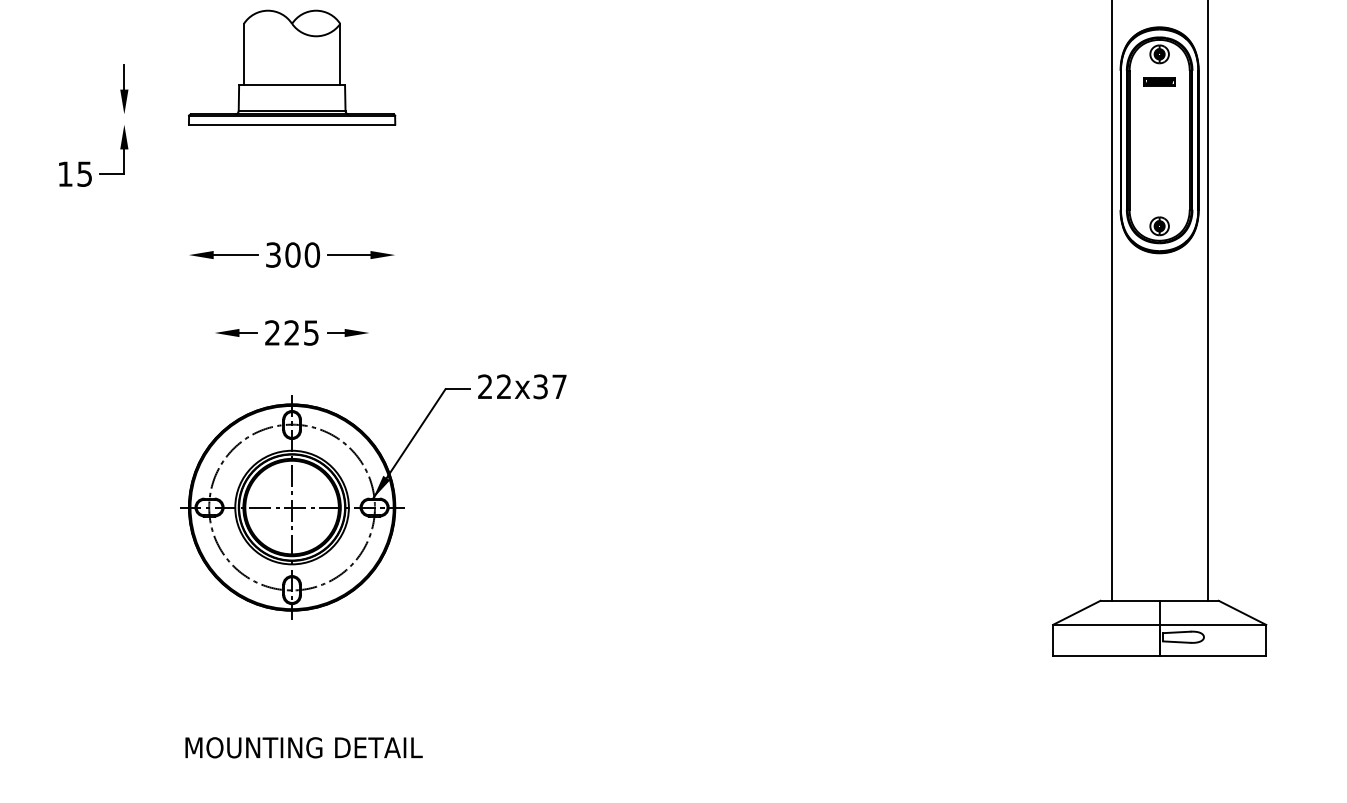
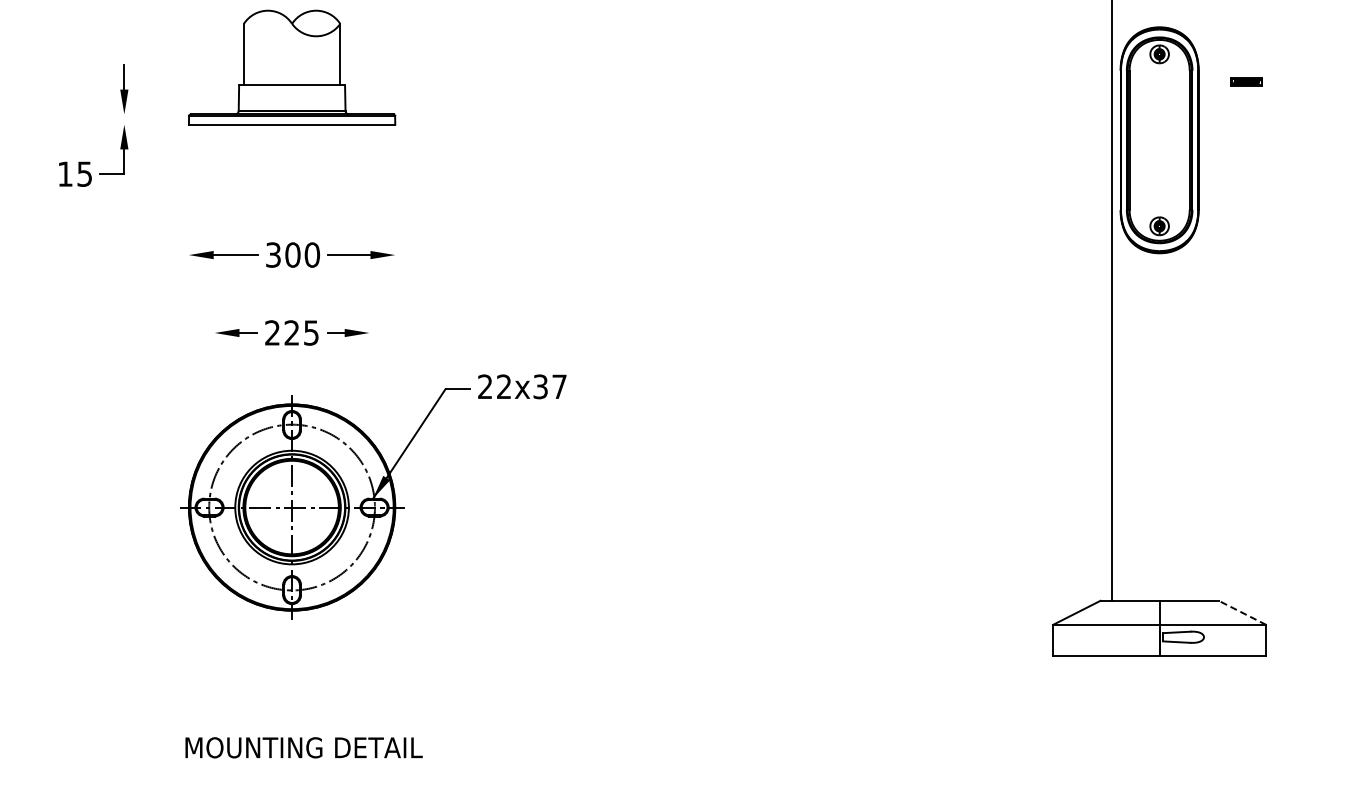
part at (1159, 81) position: (1159, 81) -> (1246, 81)
line at (1207, 301): present -> none
line at (1242, 612): solid -> dashed
